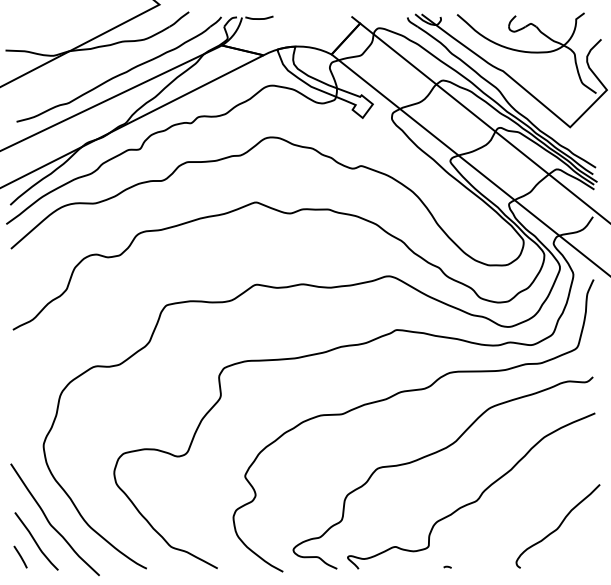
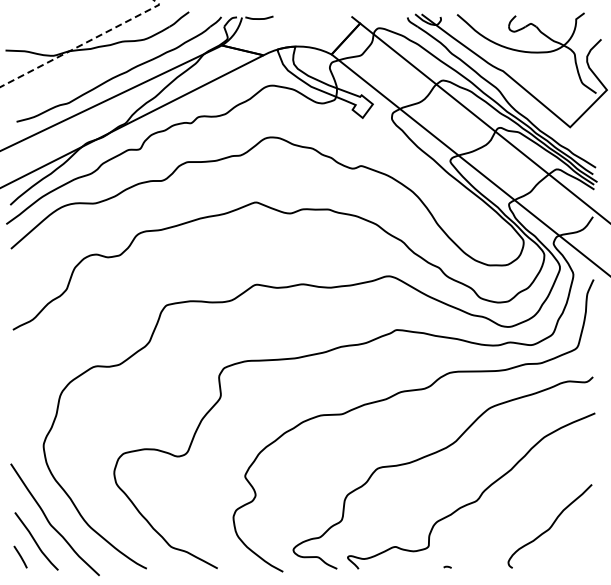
line at (83, 44): solid -> dashed
curve at (558, 526) position: (558, 526) -> (550, 526)
